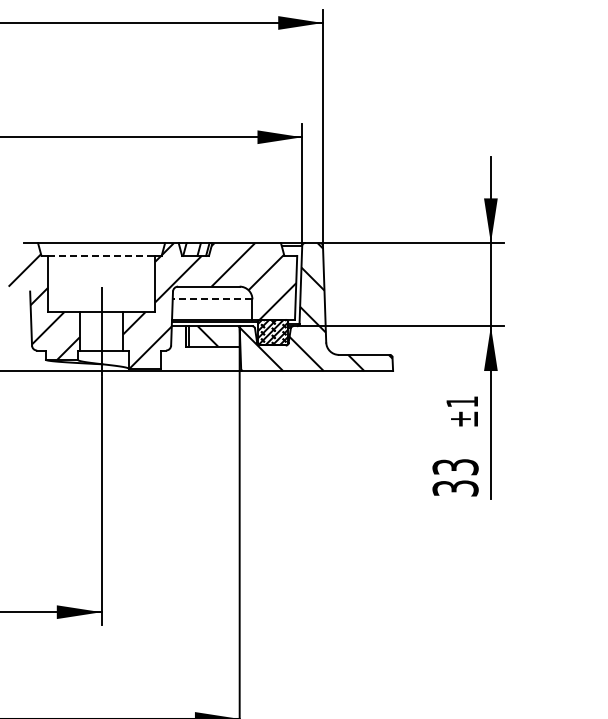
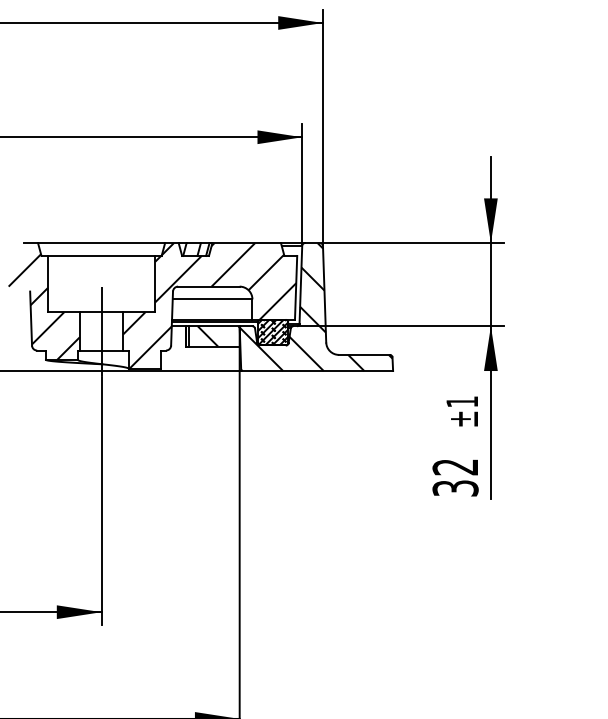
line at (101, 255): dashed -> solid
line at (212, 299): dashed -> solid
text at (455, 467): 33 -> 32
